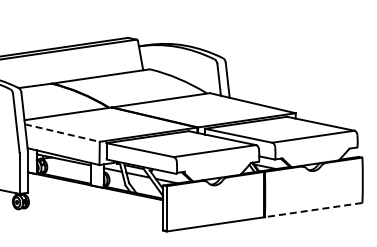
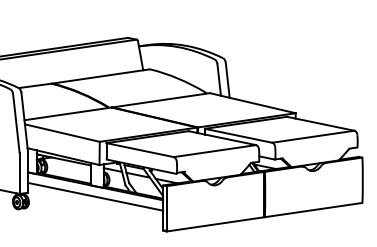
line at (62, 133): dashed -> solid
line at (95, 196): none -> present
line at (313, 210): dashed -> solid
